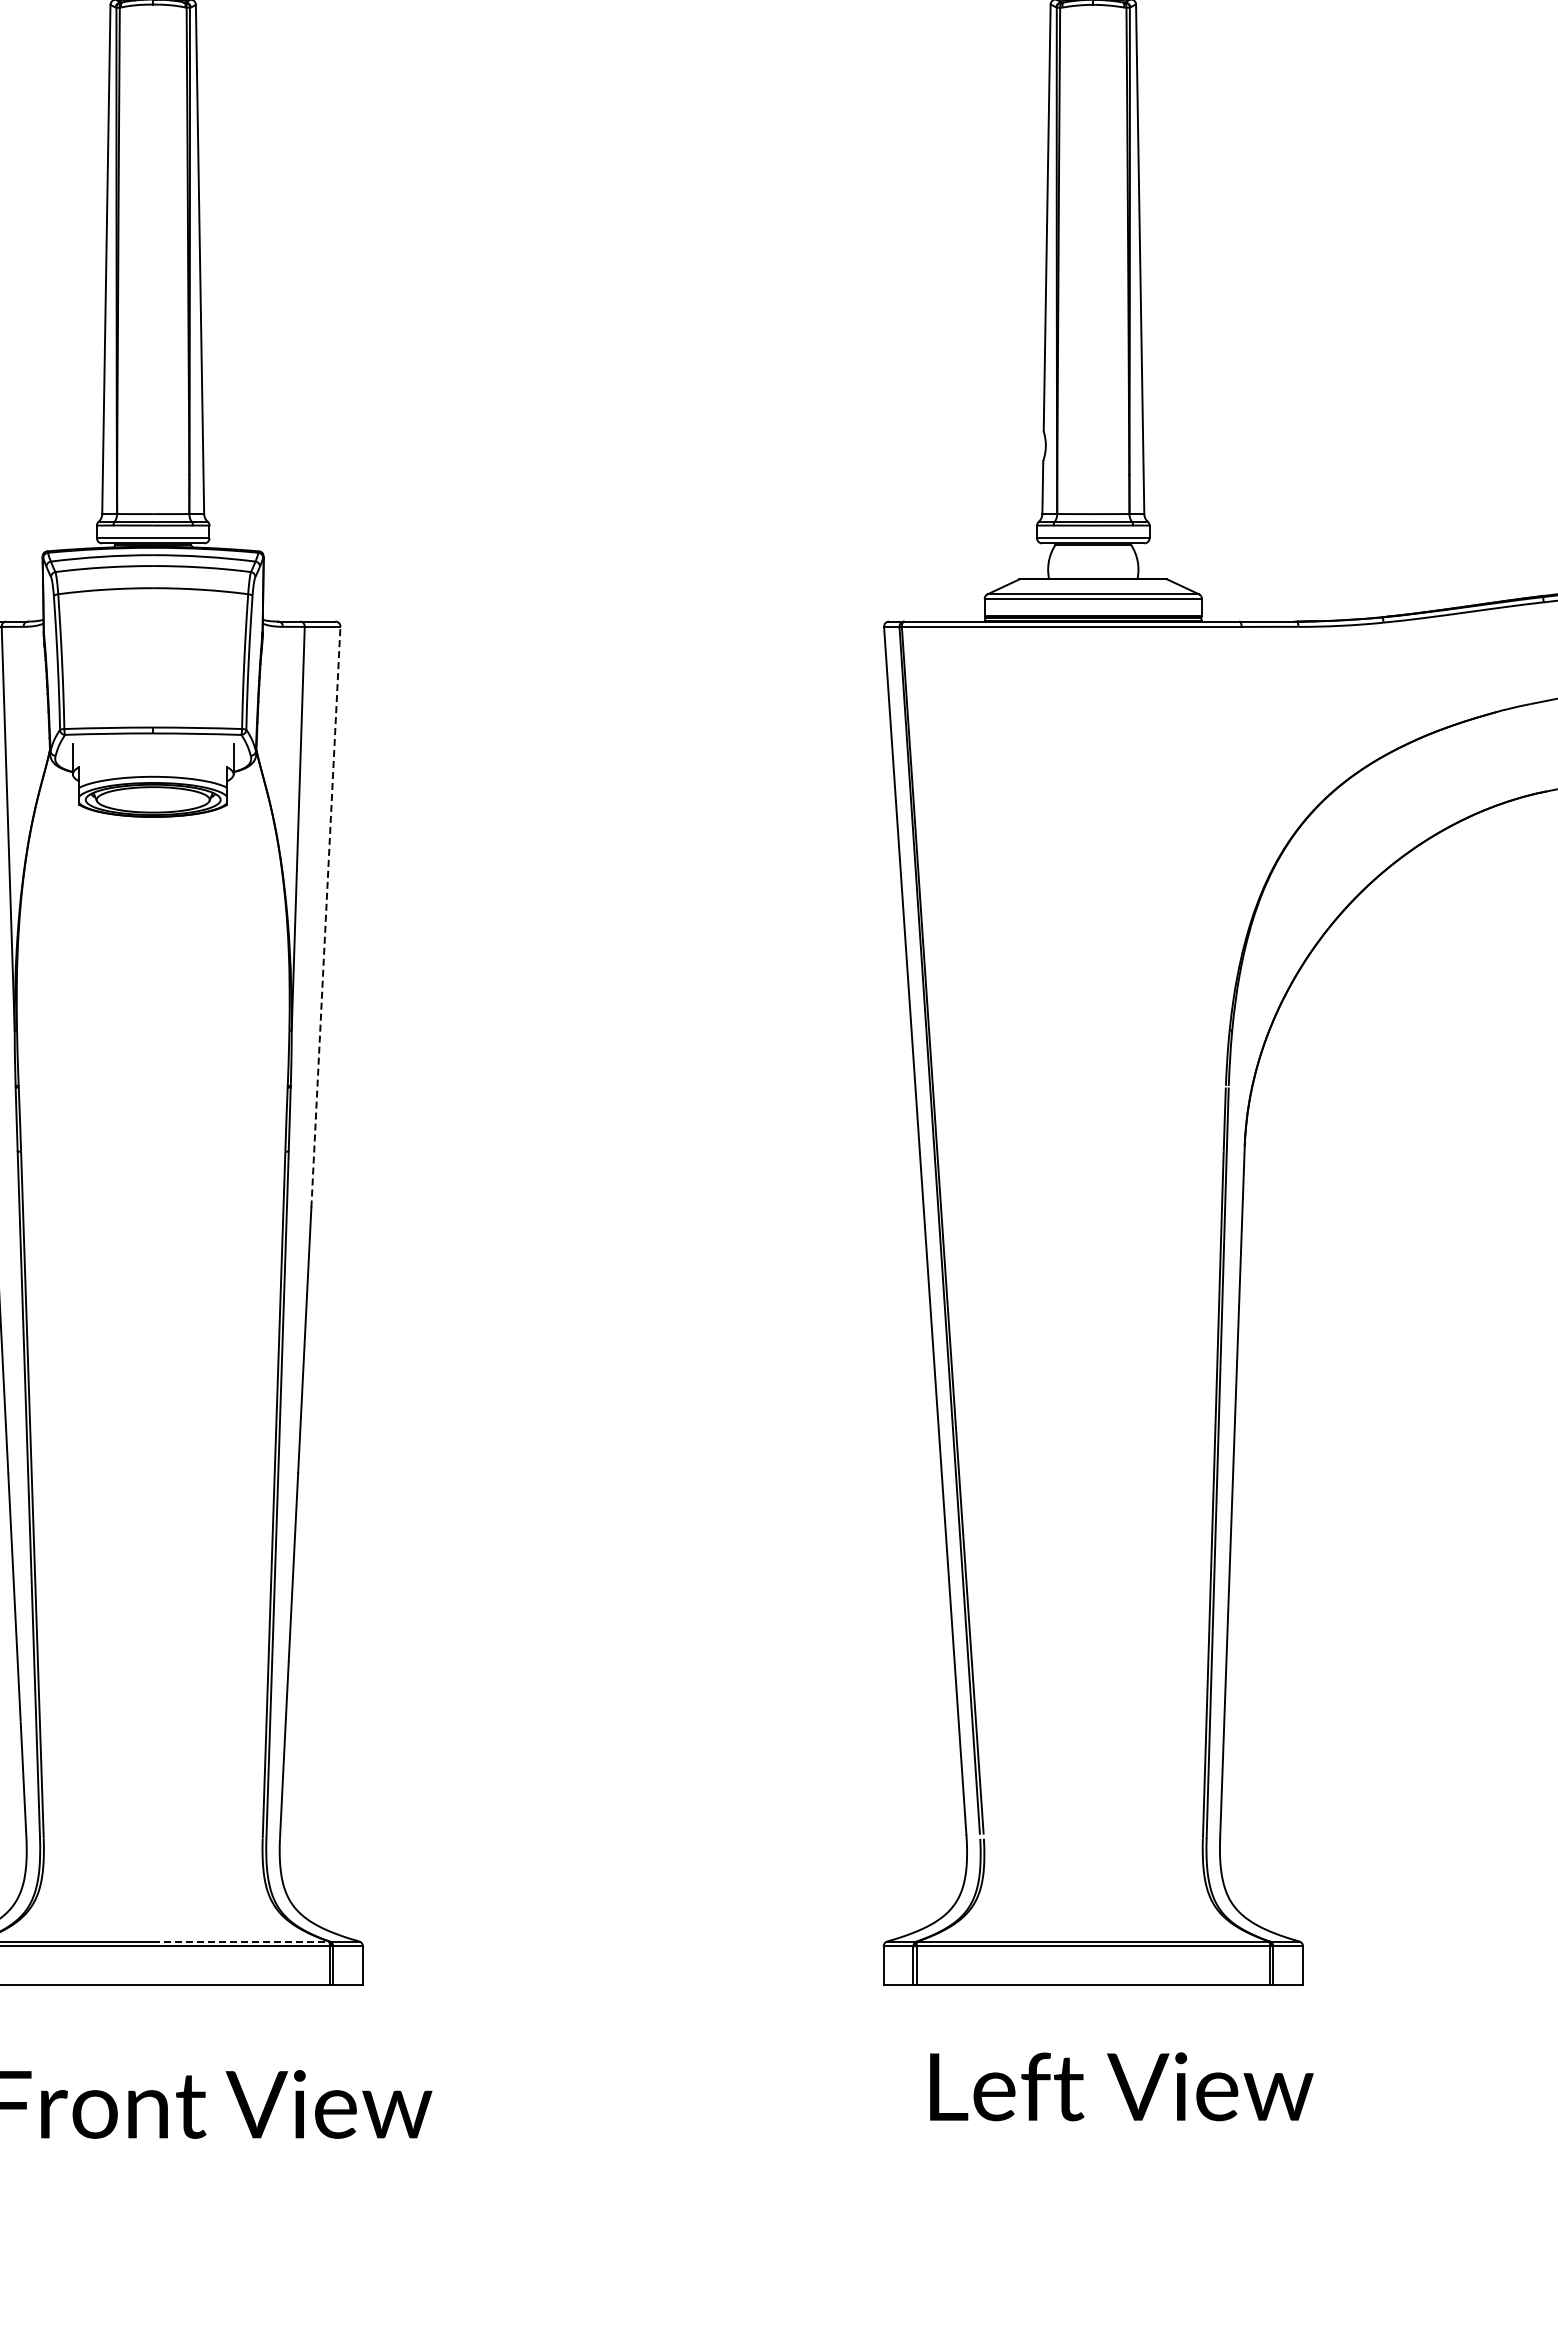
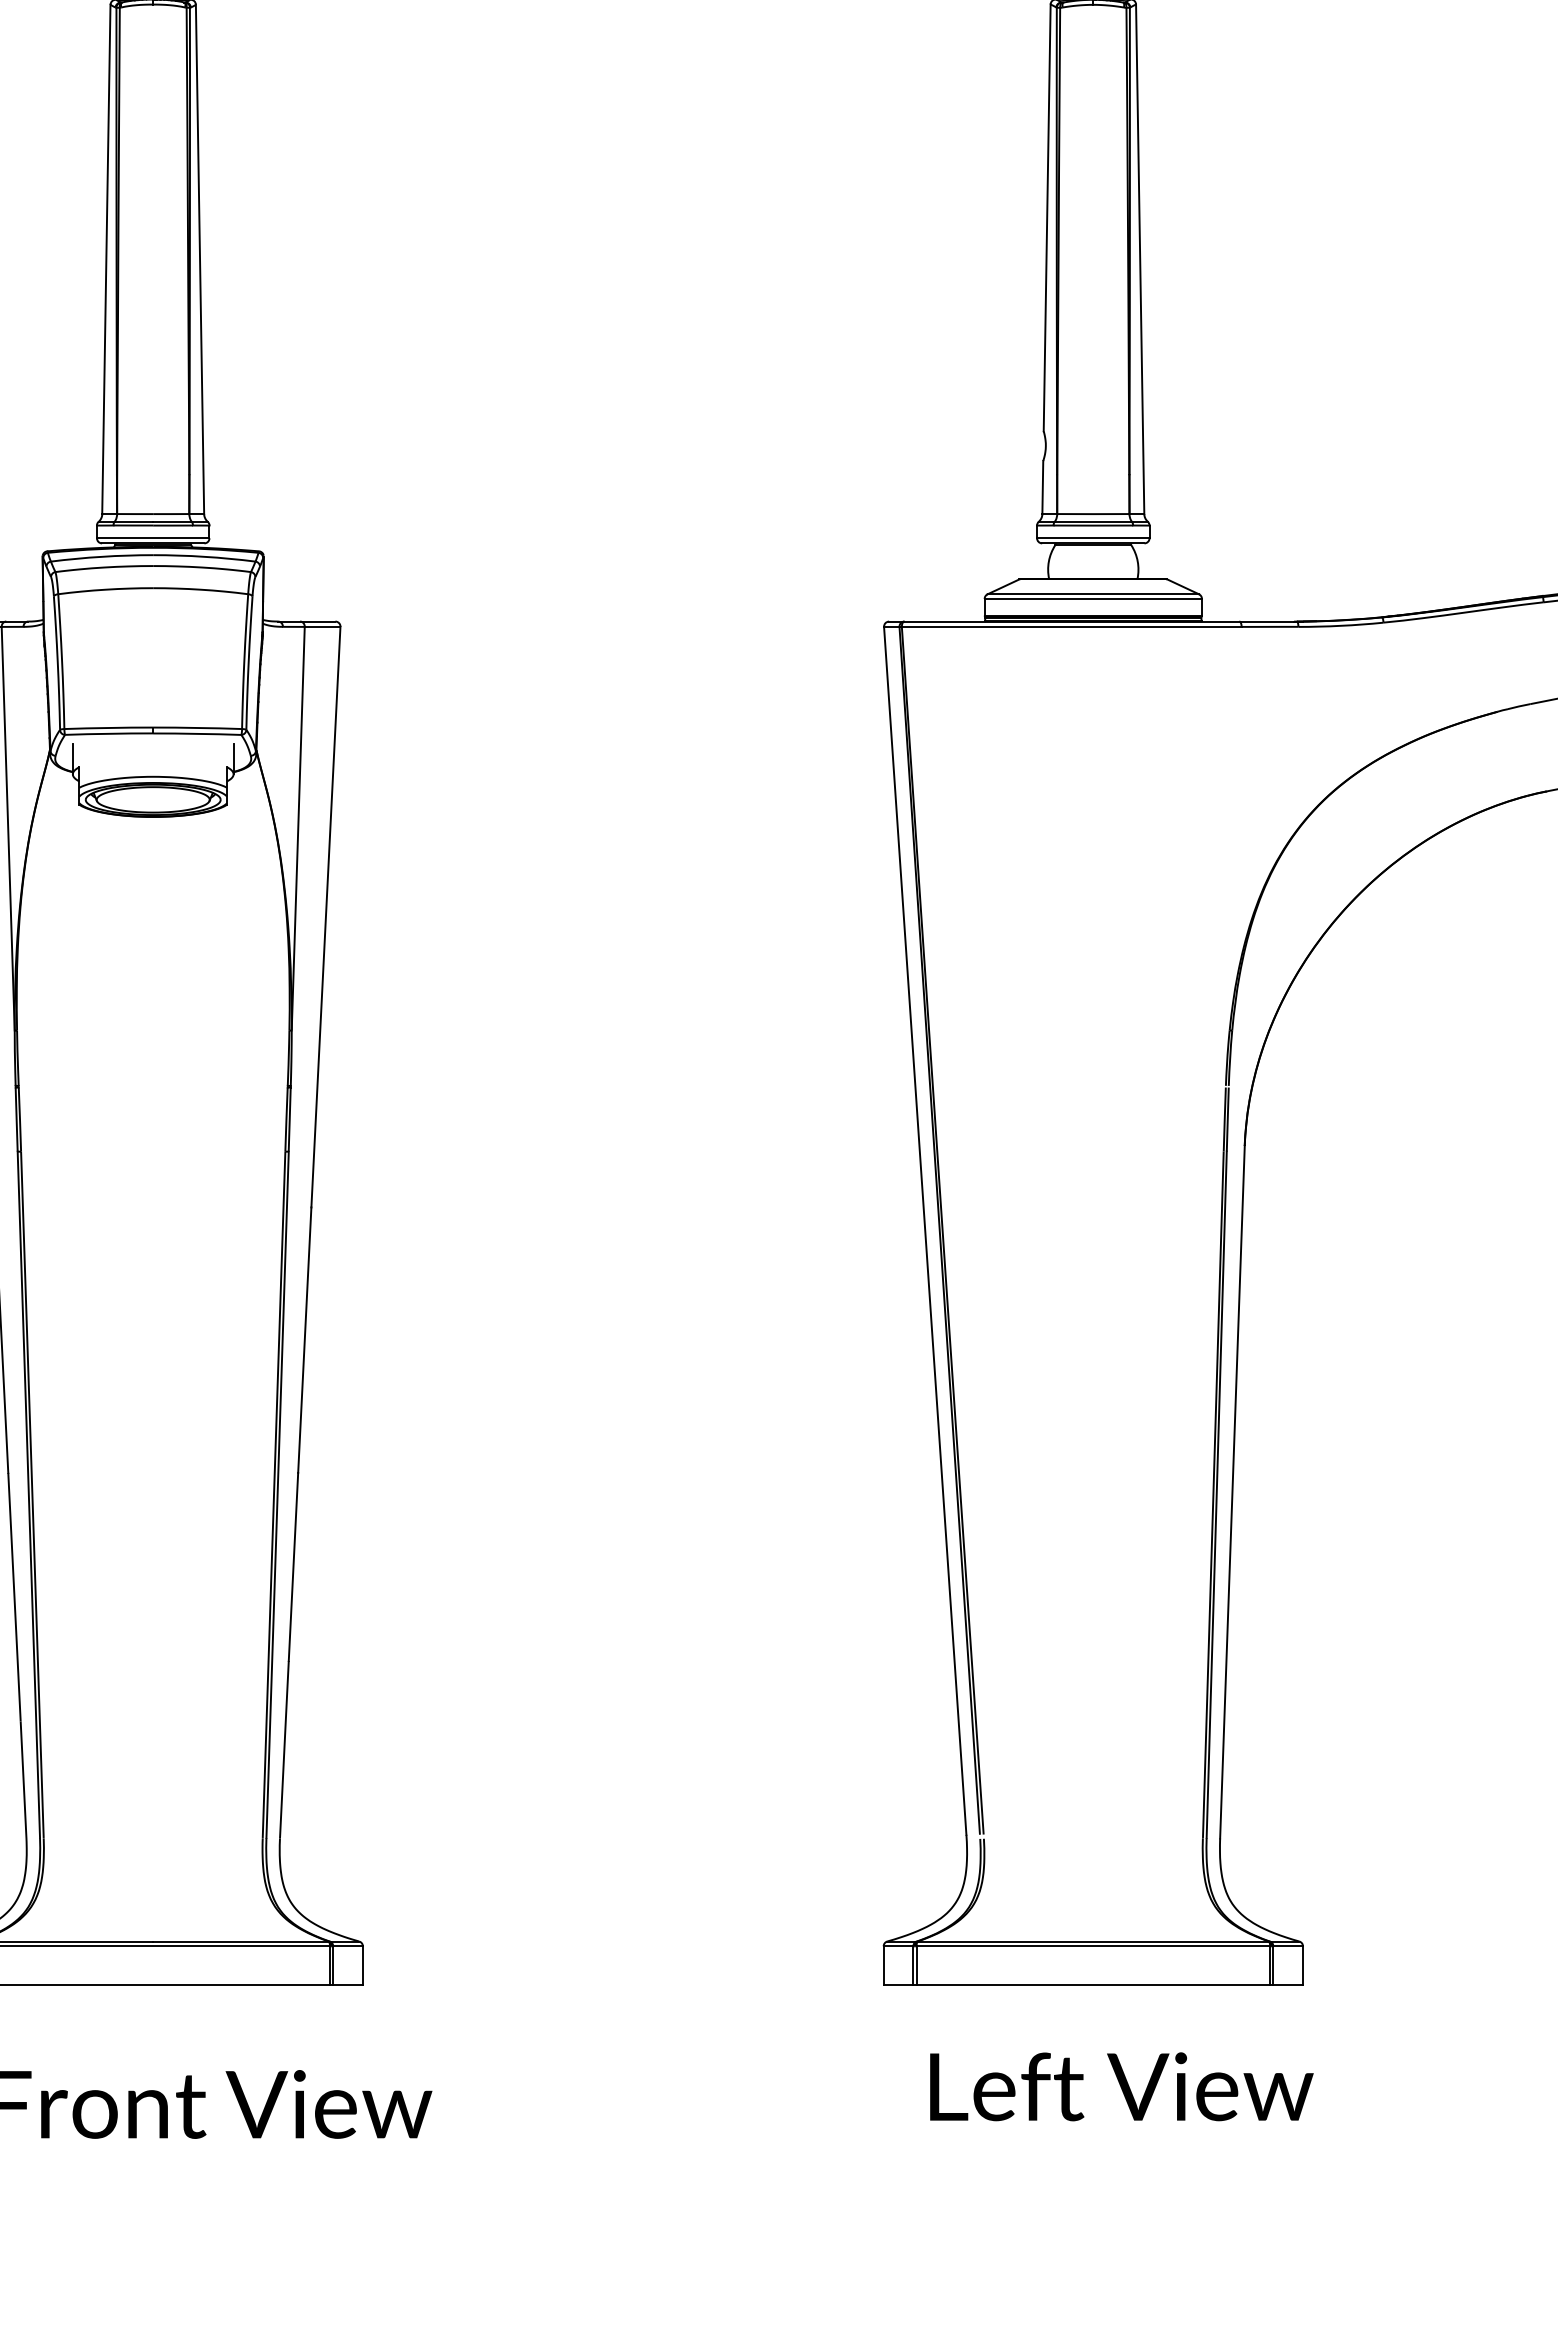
line at (325, 917): dashed -> solid
line at (241, 1941): dashed -> solid
